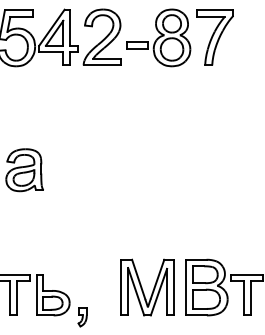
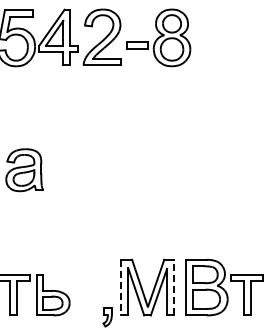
part at (214, 37): present -> none
line at (121, 287): solid -> dashed
line at (174, 287): solid -> dashed
part at (82, 317) position: (82, 317) -> (107, 317)
